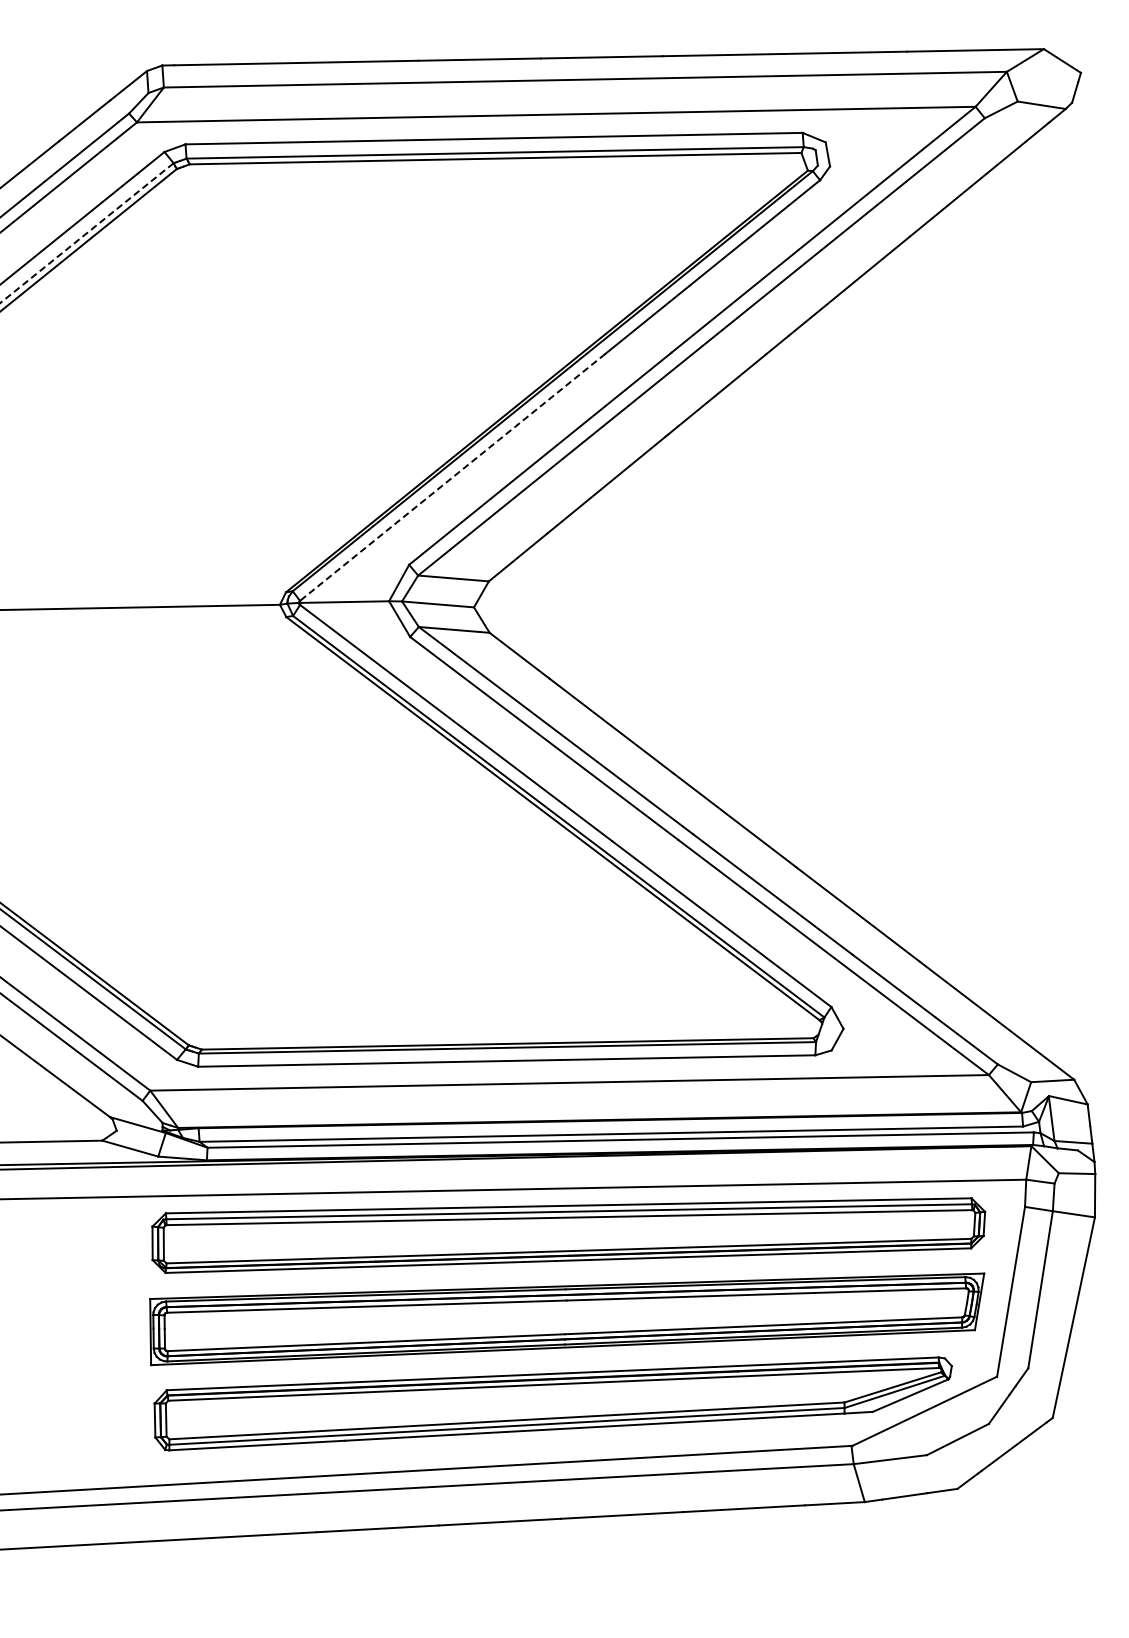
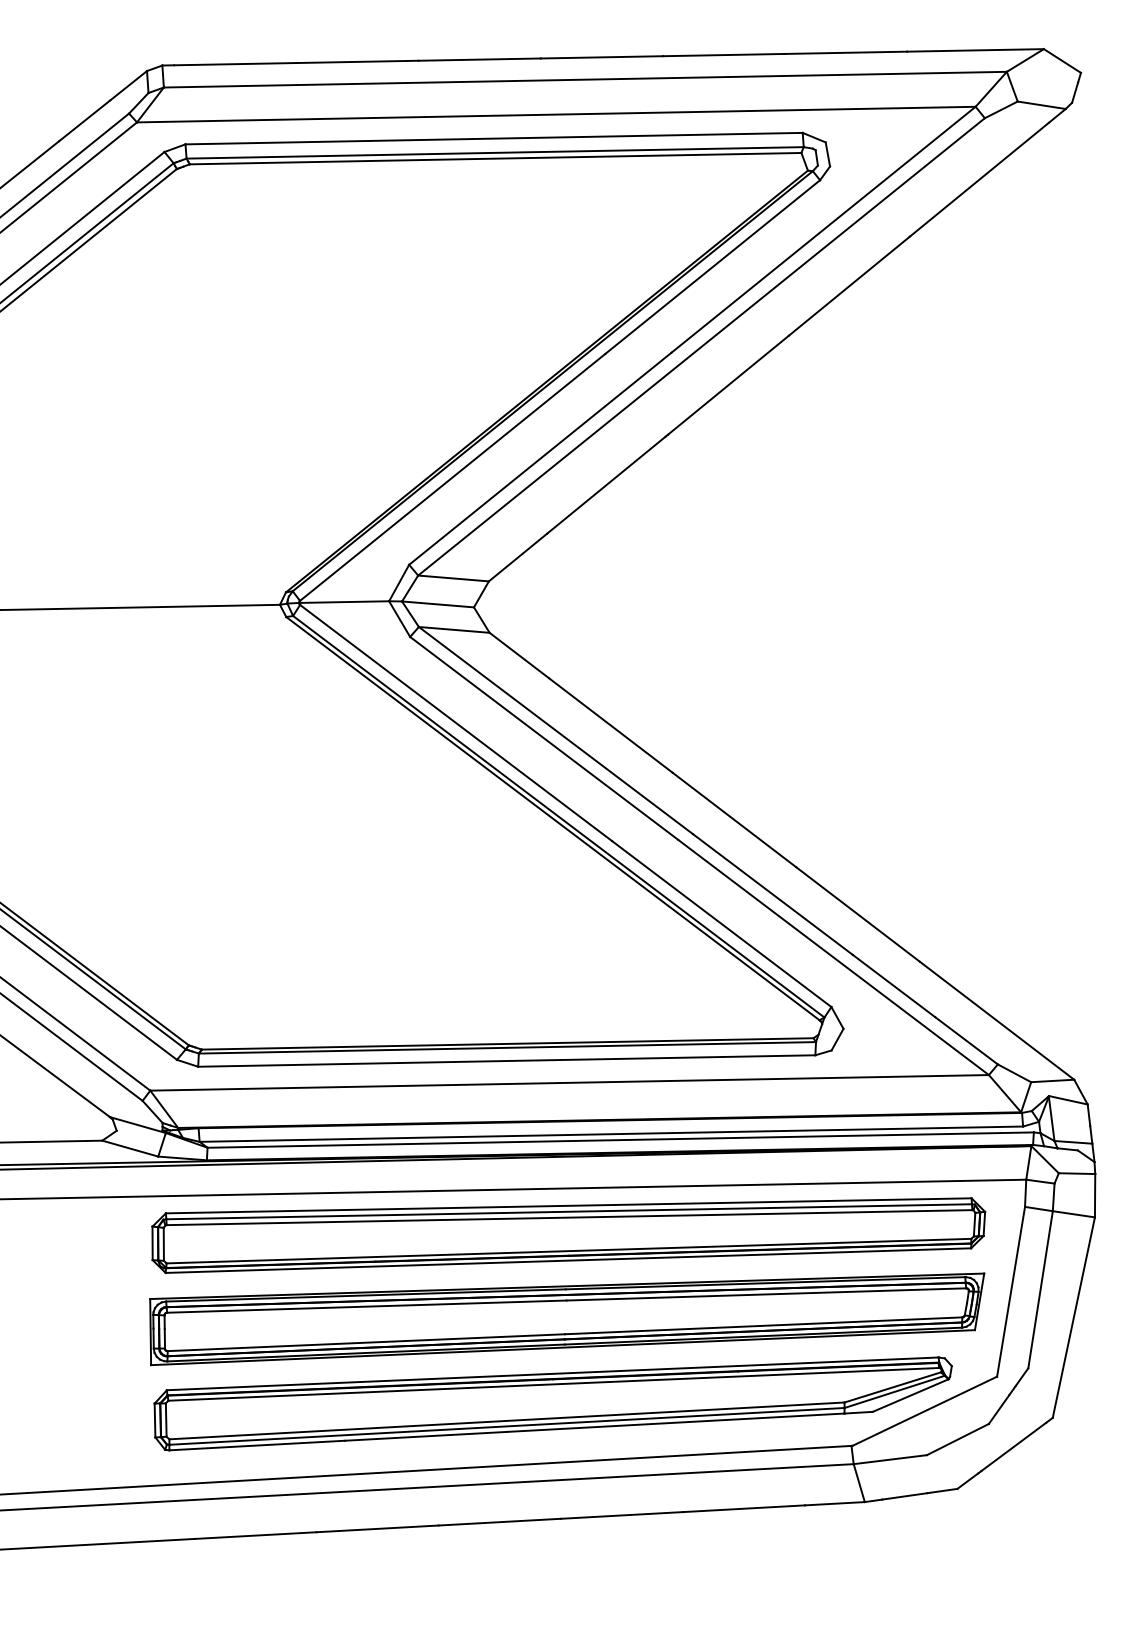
line at (86, 233): dashed -> solid
line at (452, 477): dashed -> solid
